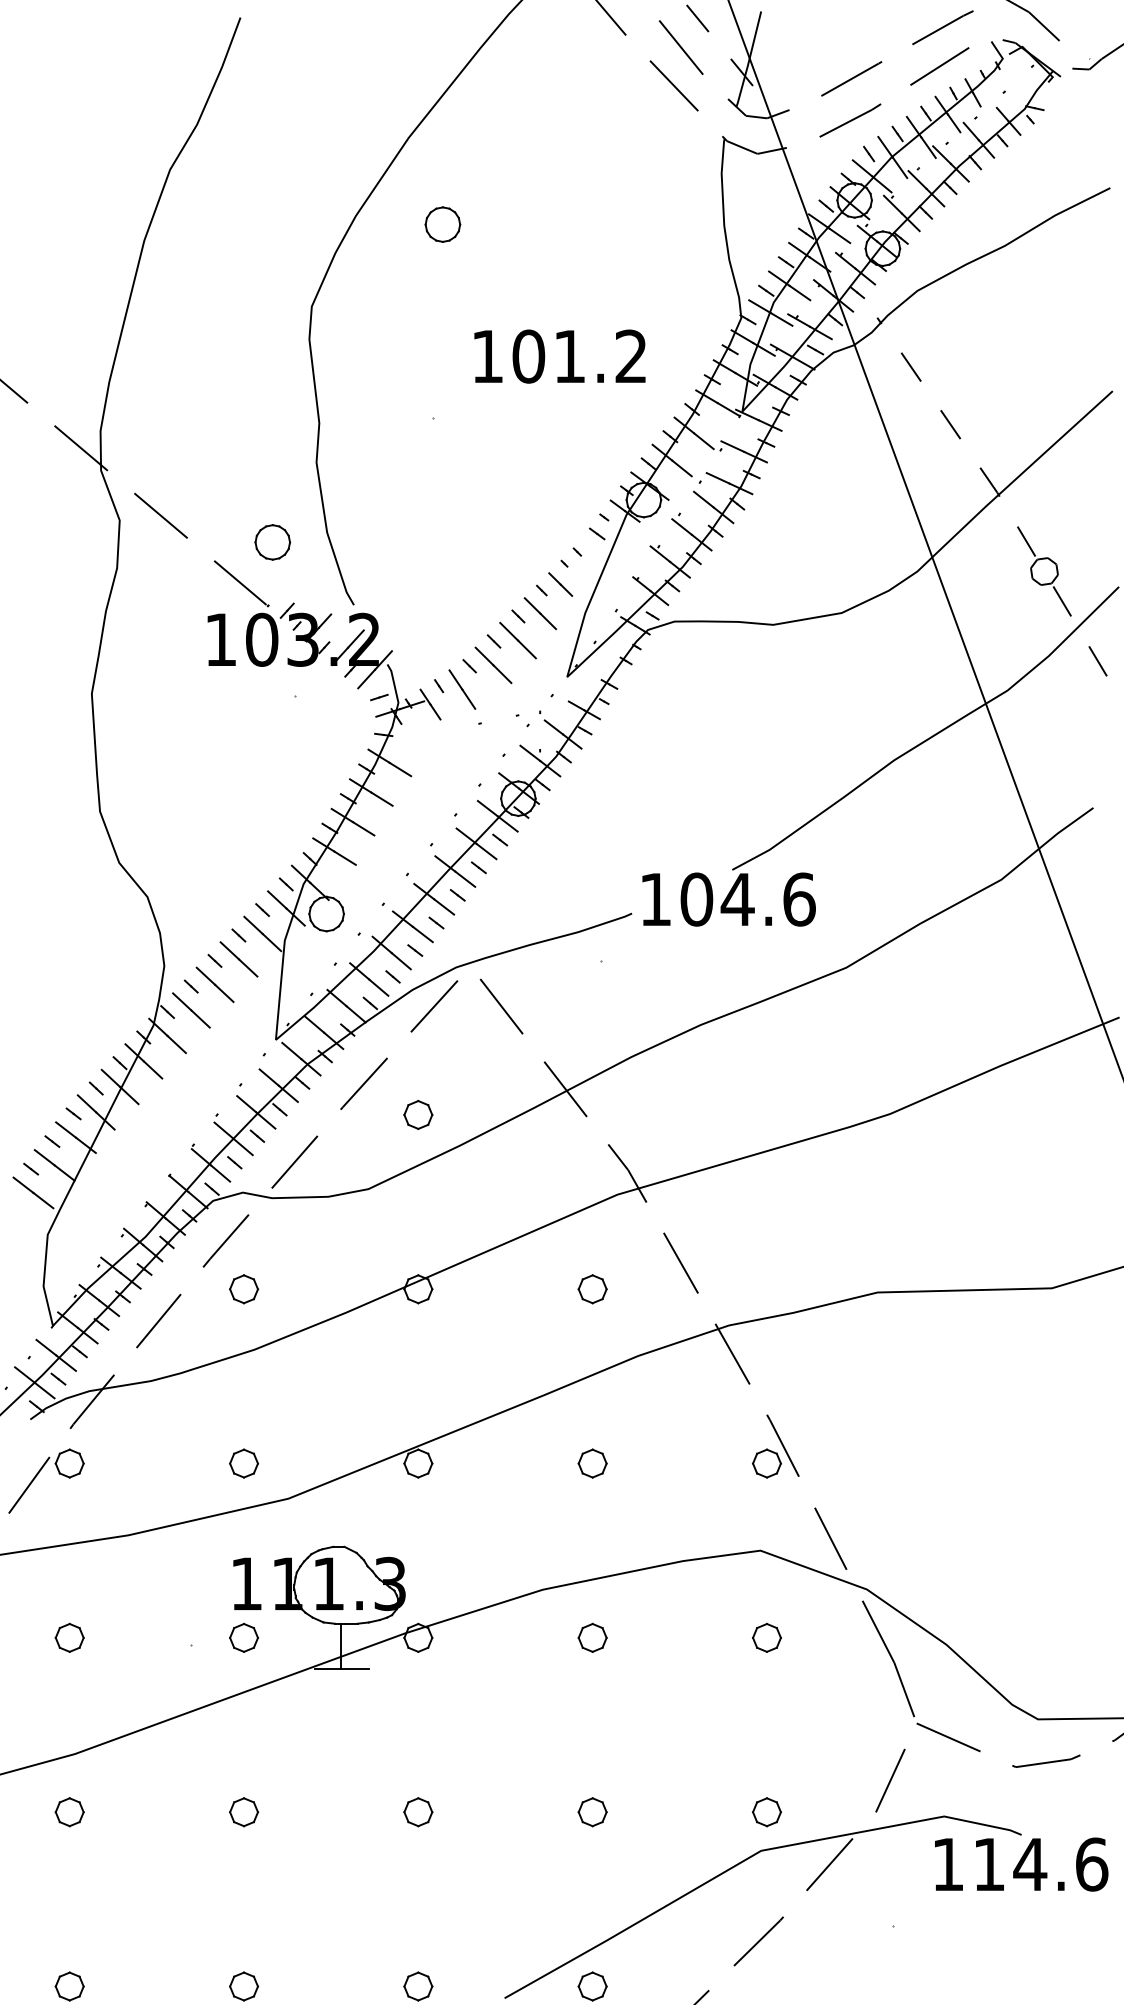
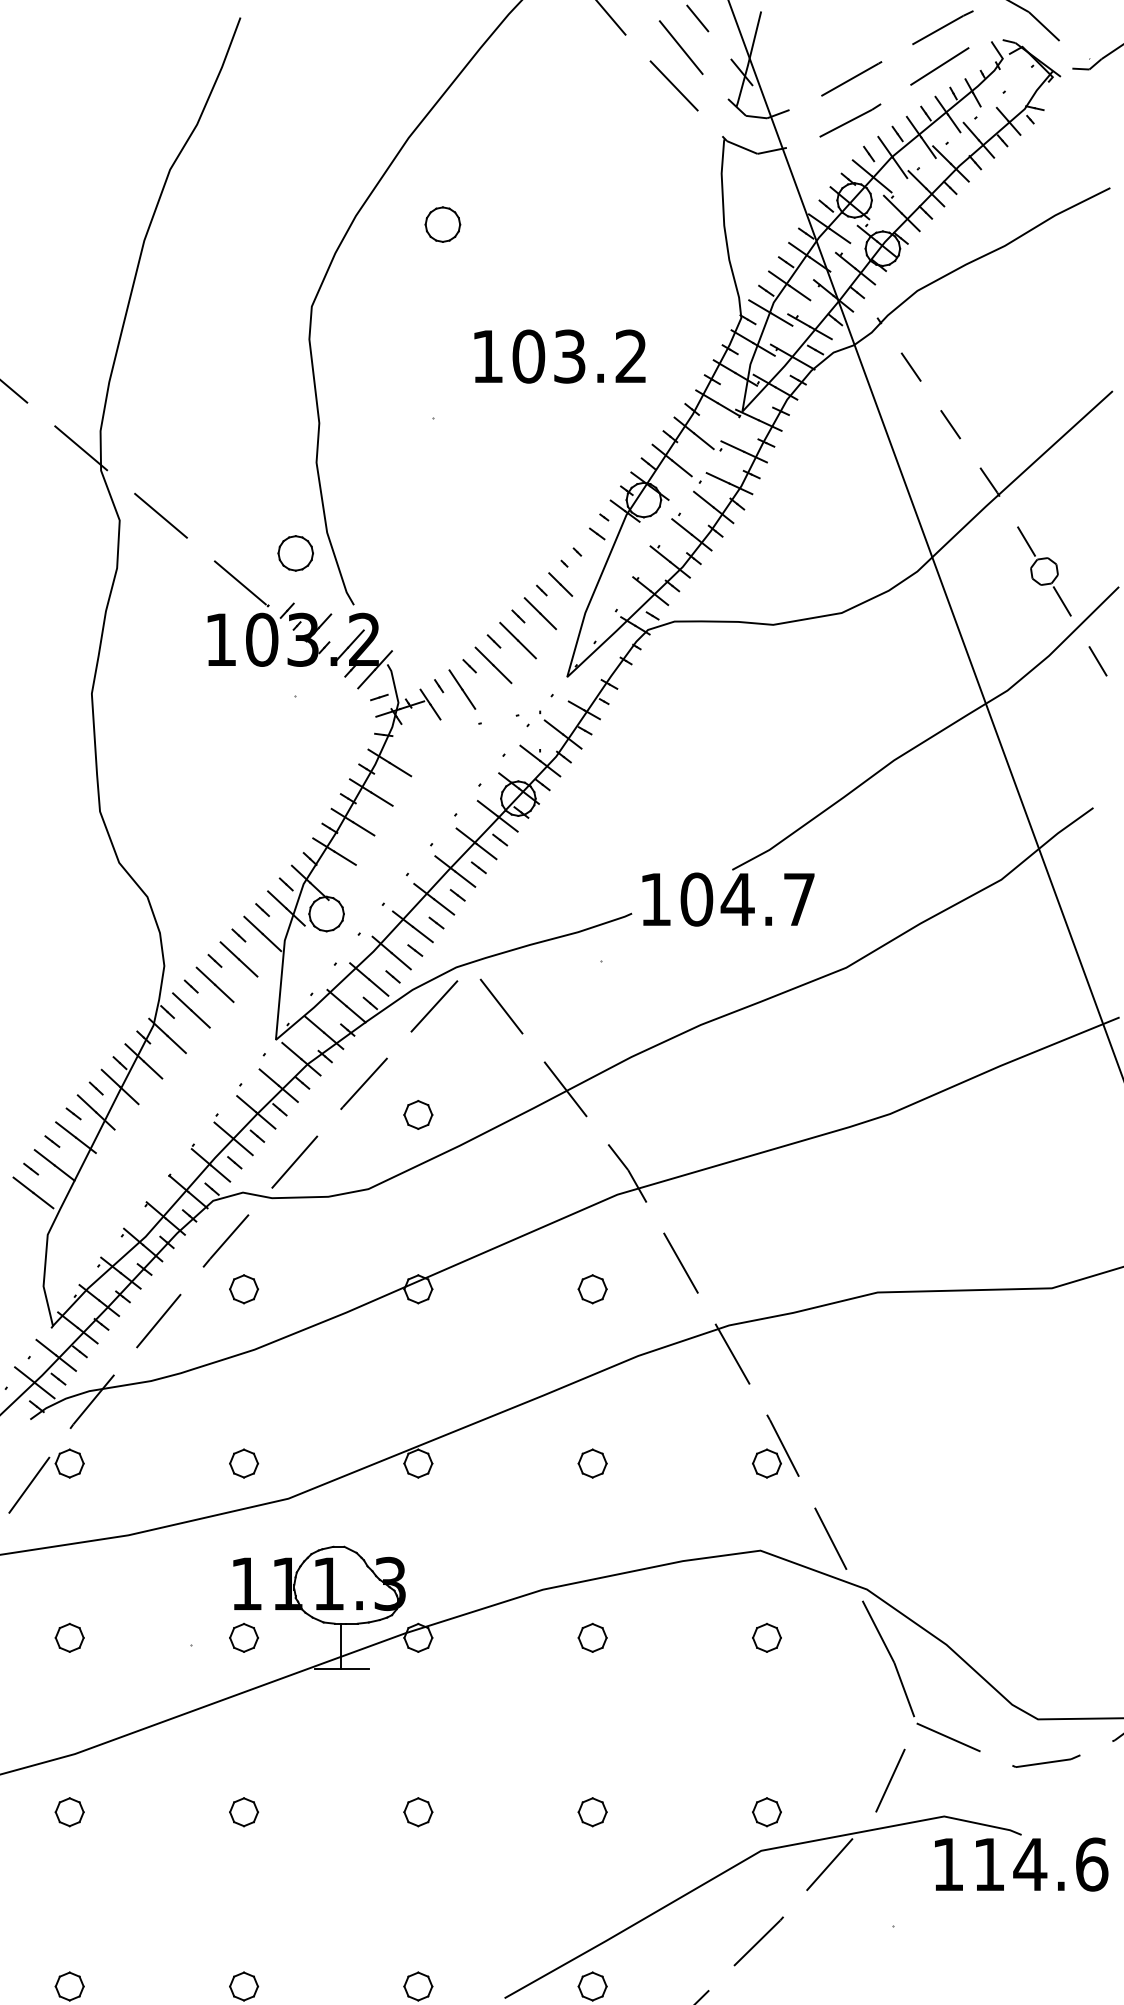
text at (569, 356): 101.2 -> 103.2
part at (272, 542) position: (272, 542) -> (295, 553)
text at (799, 899): 104.6 -> 104.7
